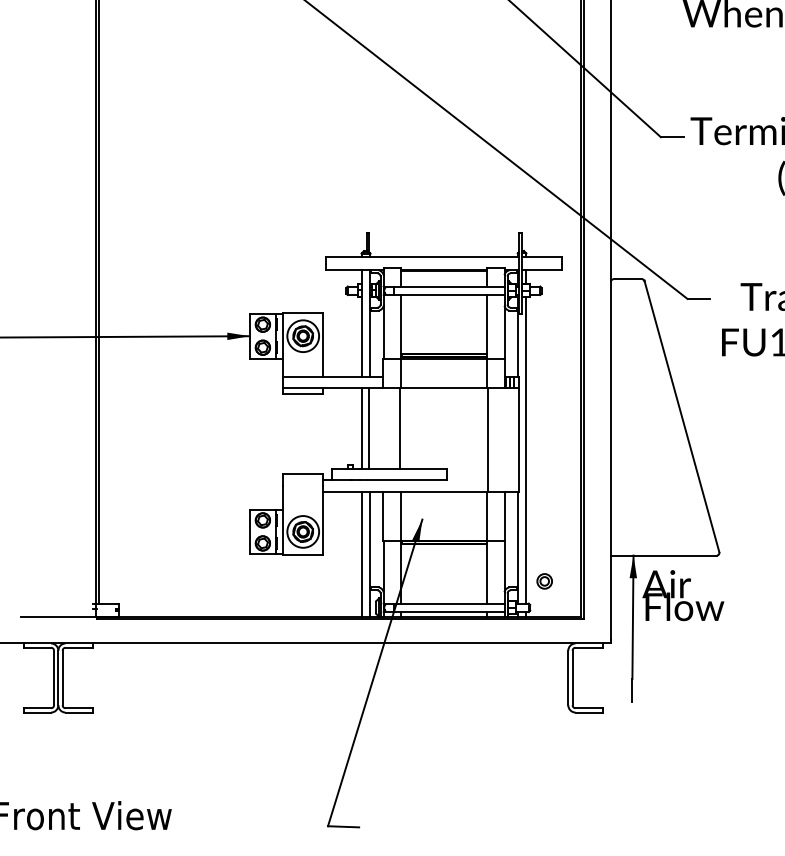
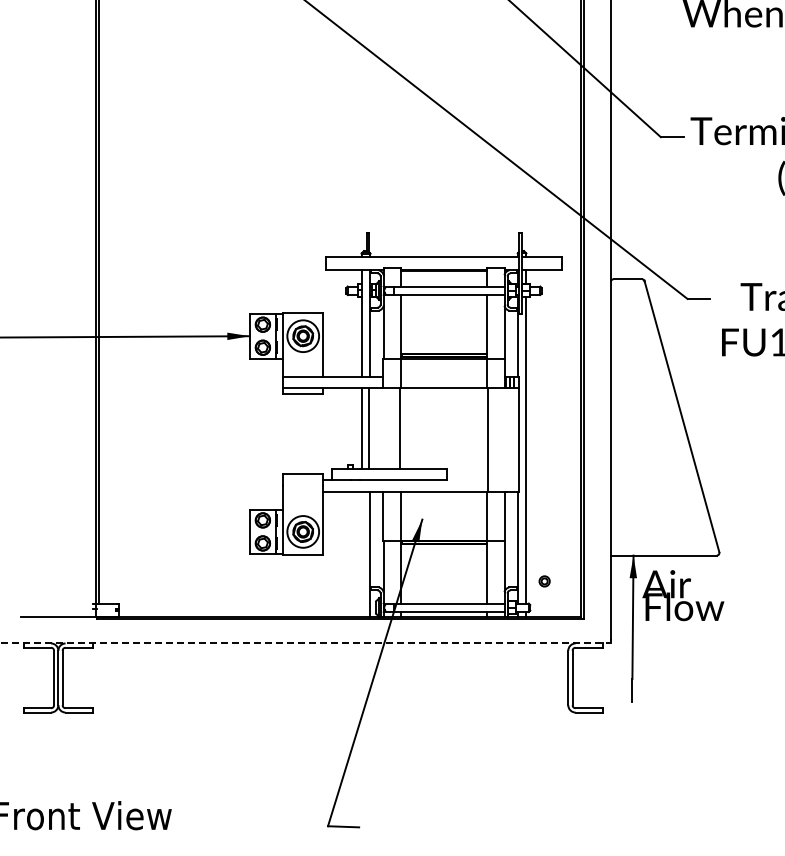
line at (361, 553): present -> none
part at (544, 581) size: 17x17 px -> 13x13 px
line at (306, 643): solid -> dashed
